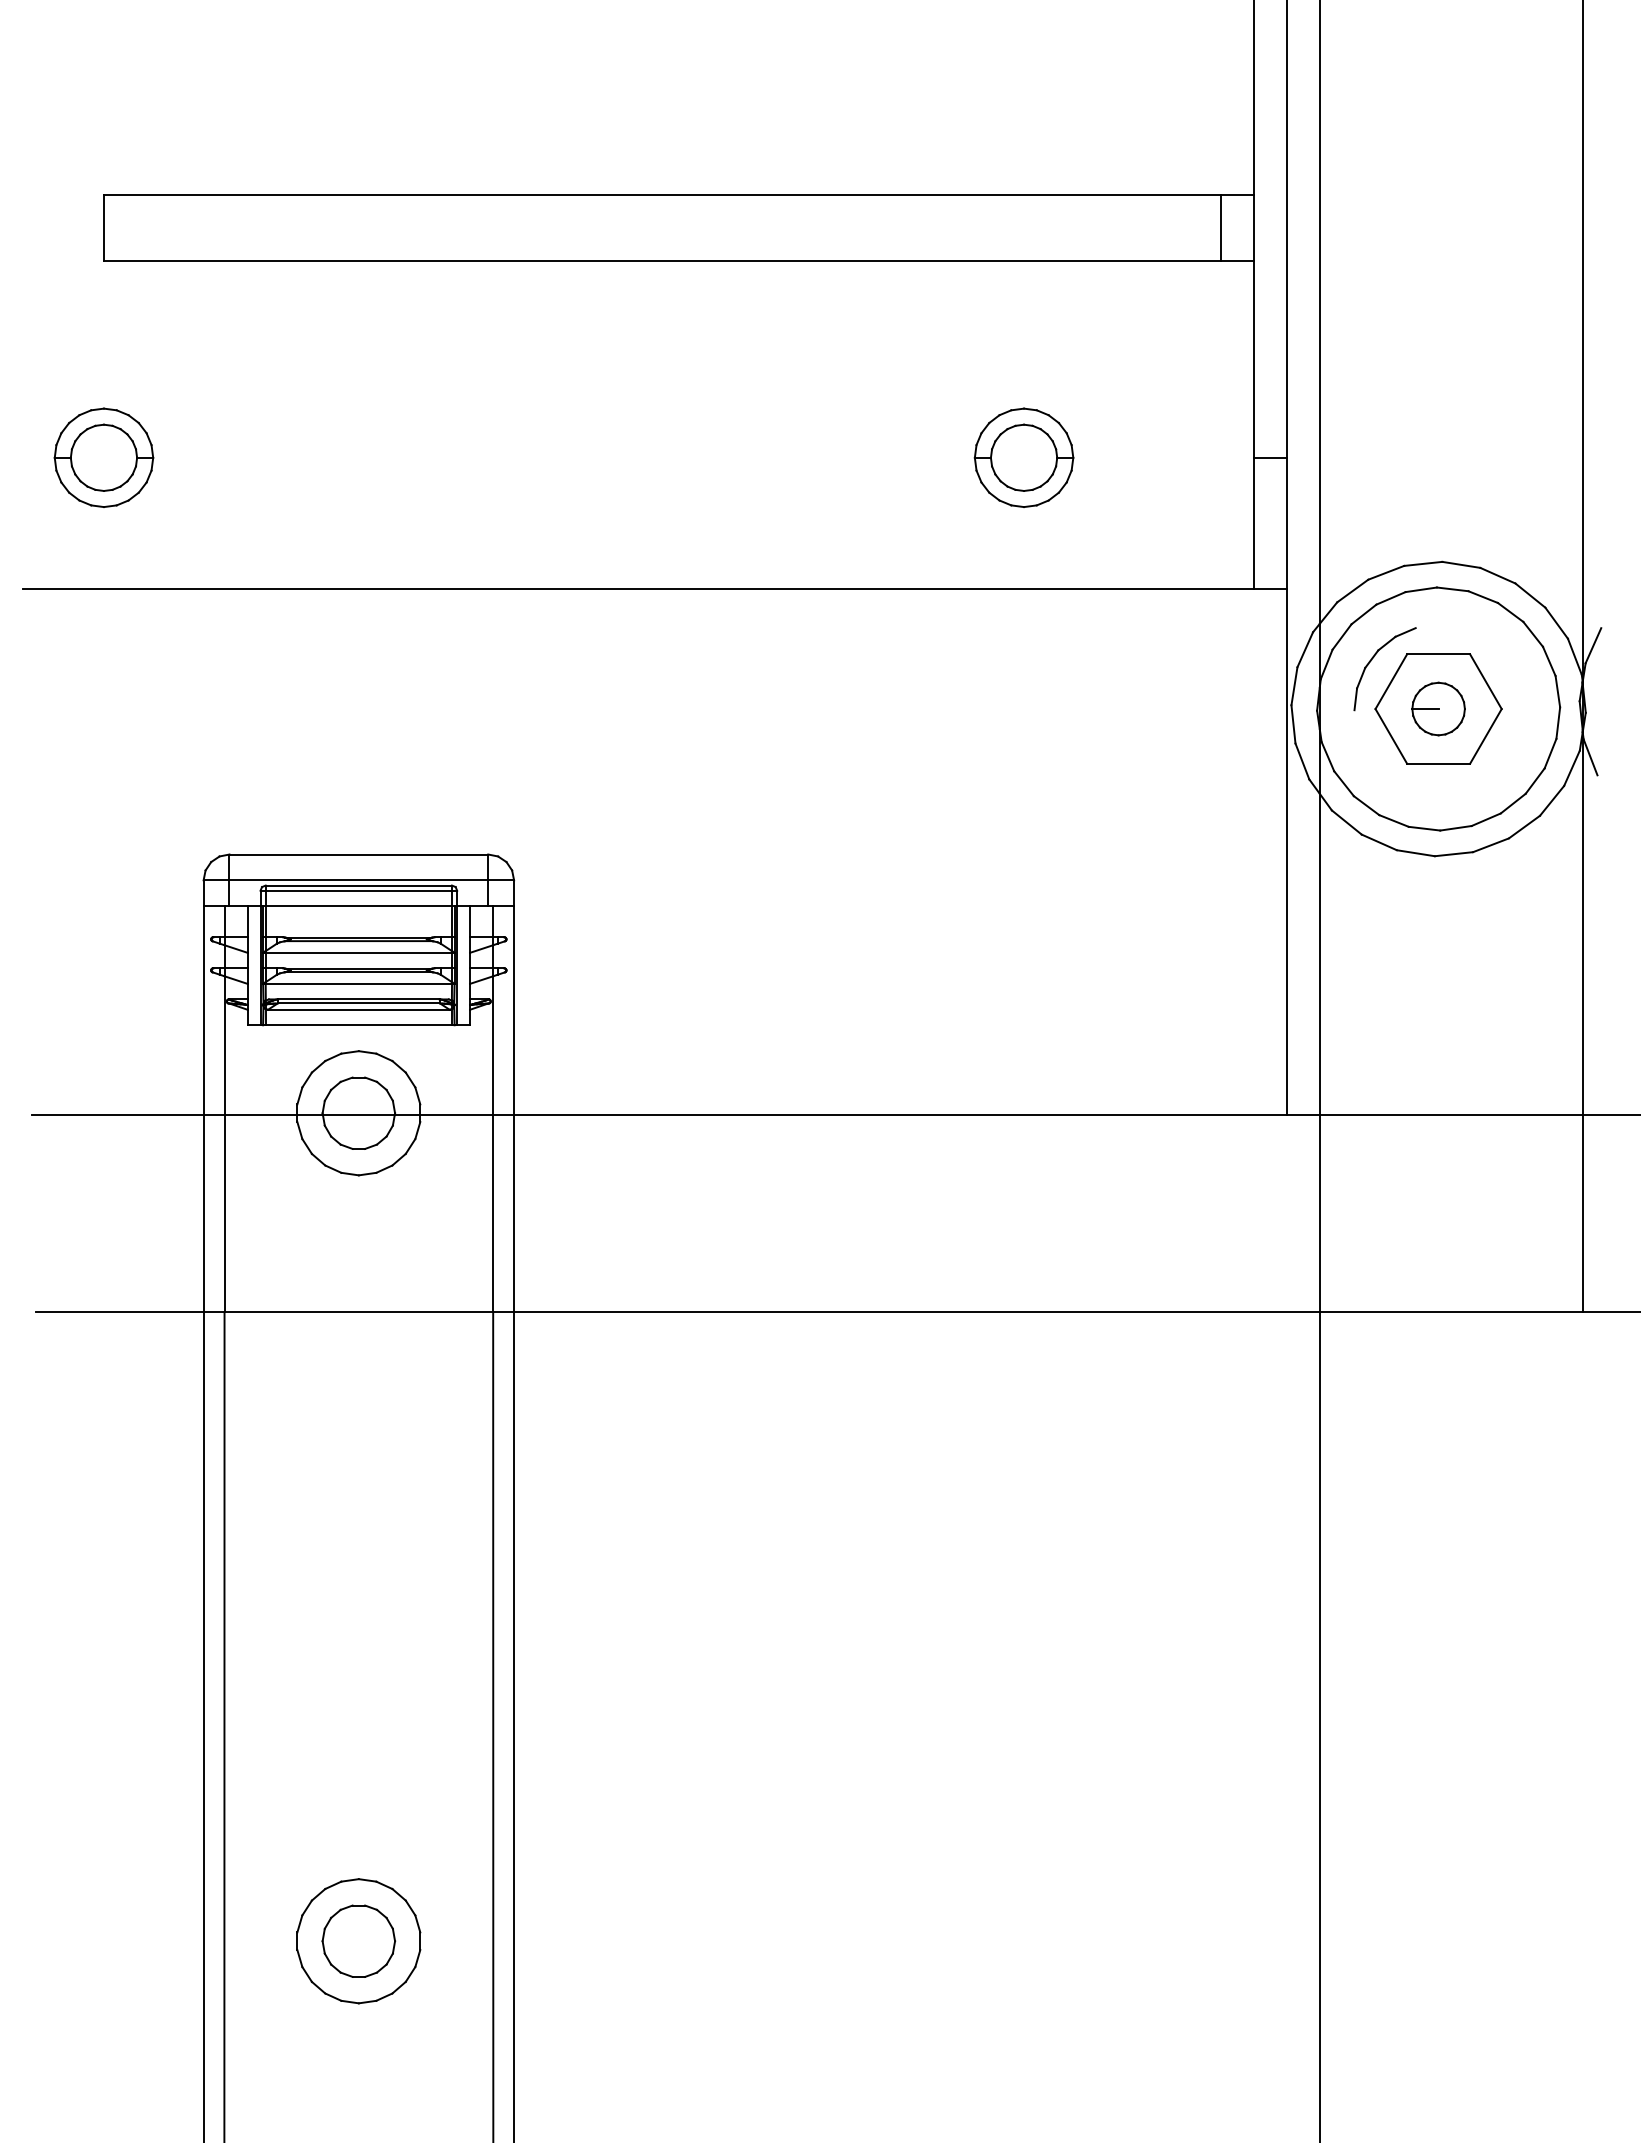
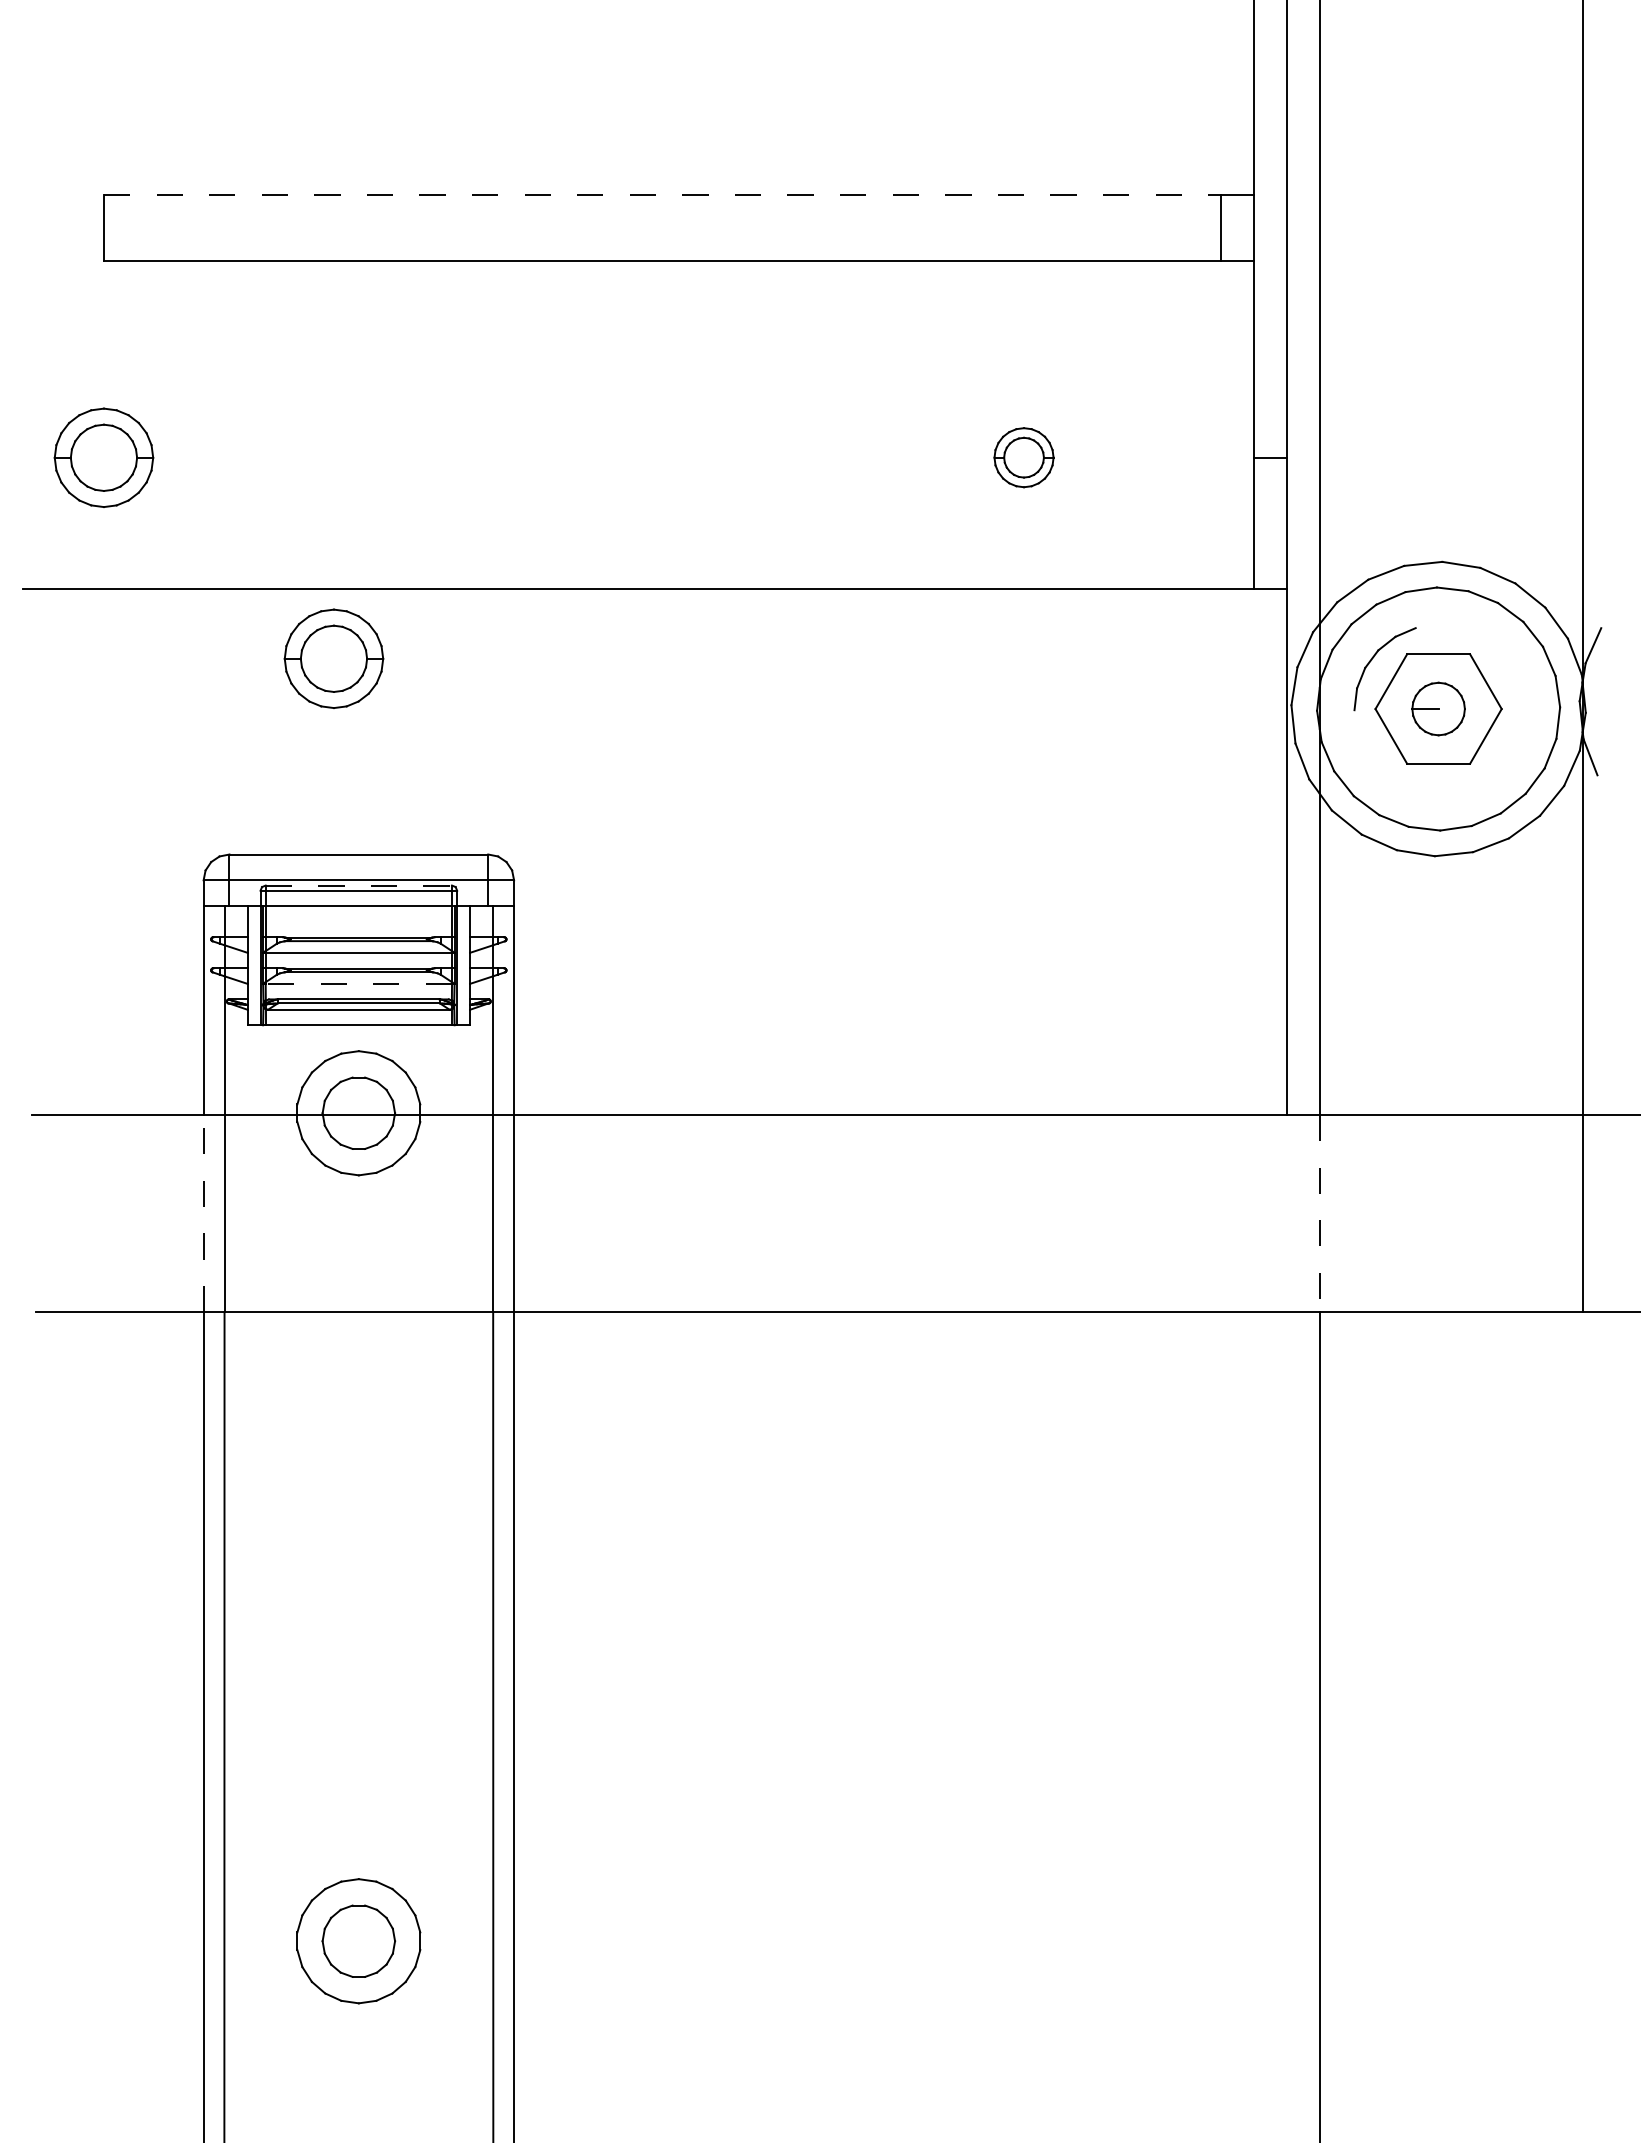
line at (662, 194): solid -> dashed
part at (1023, 457) size: 102x101 px -> 62x62 px
part at (333, 658): none -> present
line at (359, 885): solid -> dashed
line at (358, 983): solid -> dashed
line at (203, 1213): solid -> dashed
line at (1319, 1213): solid -> dashed
